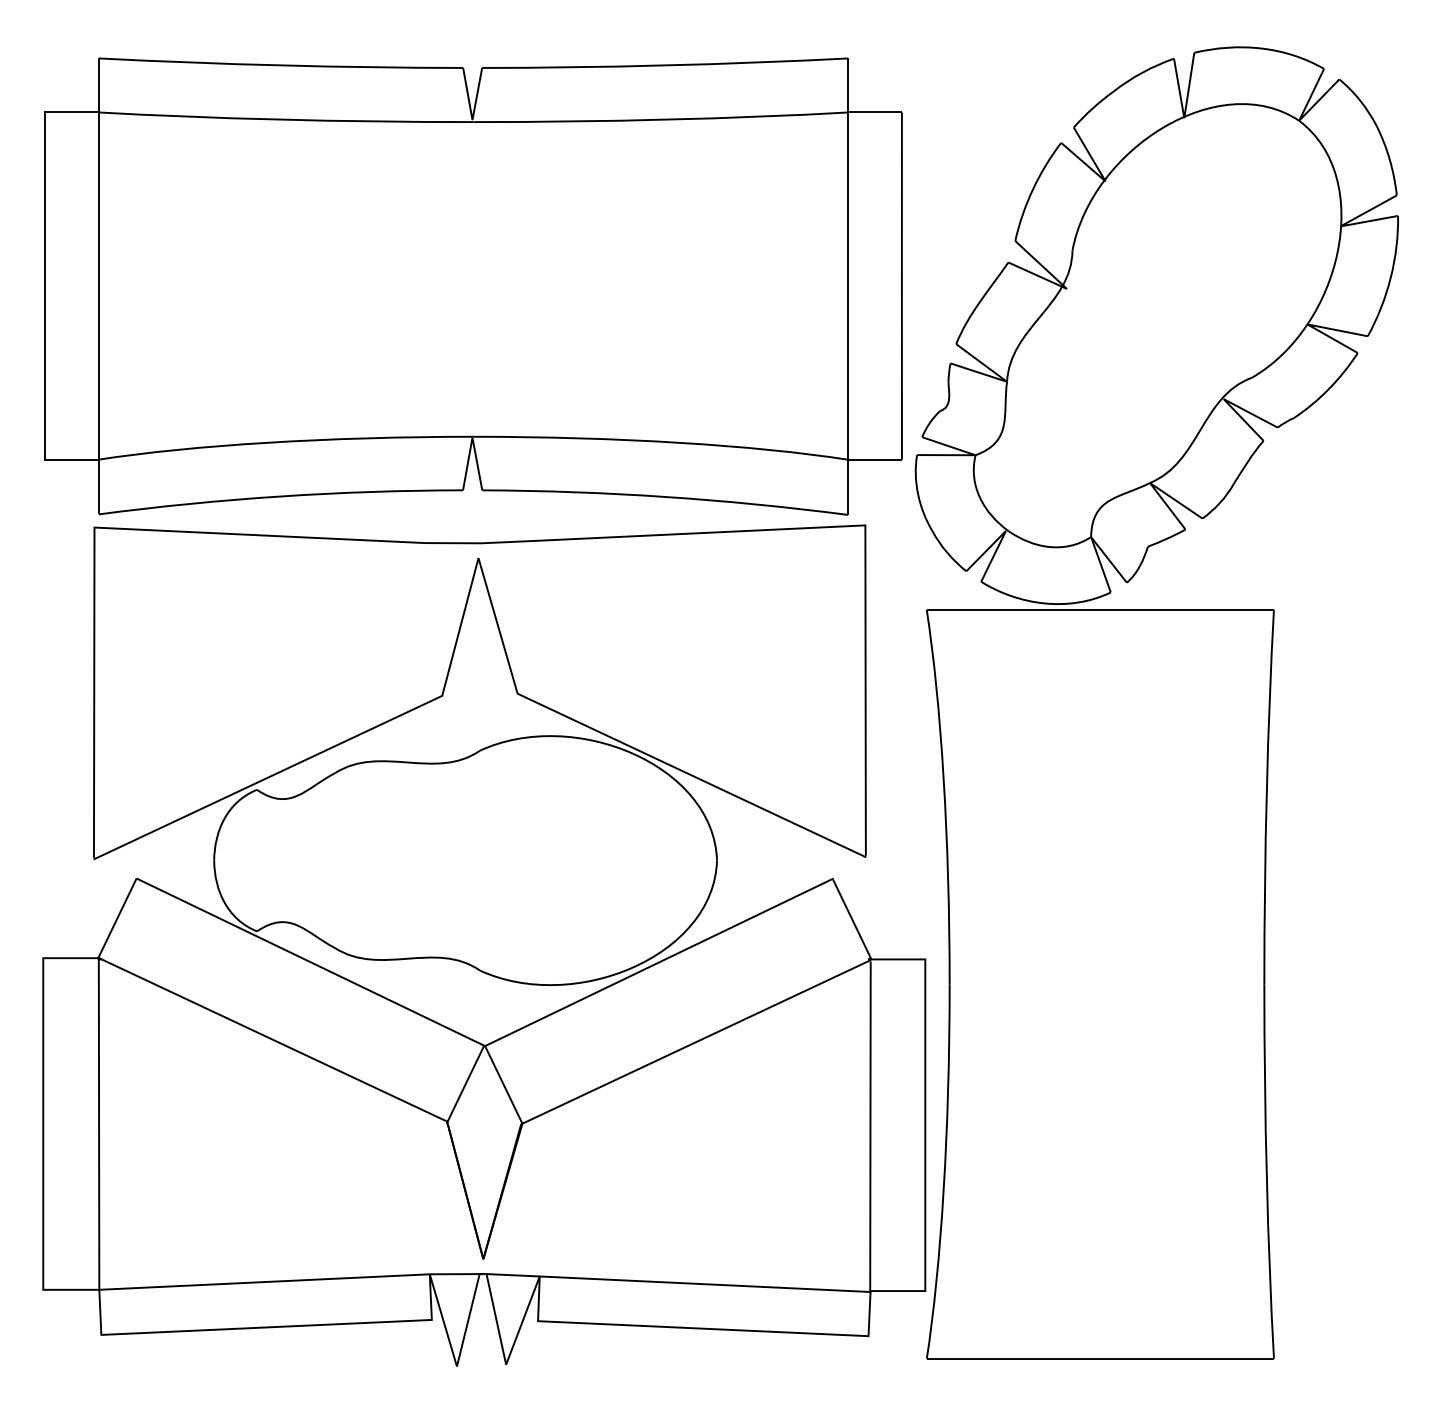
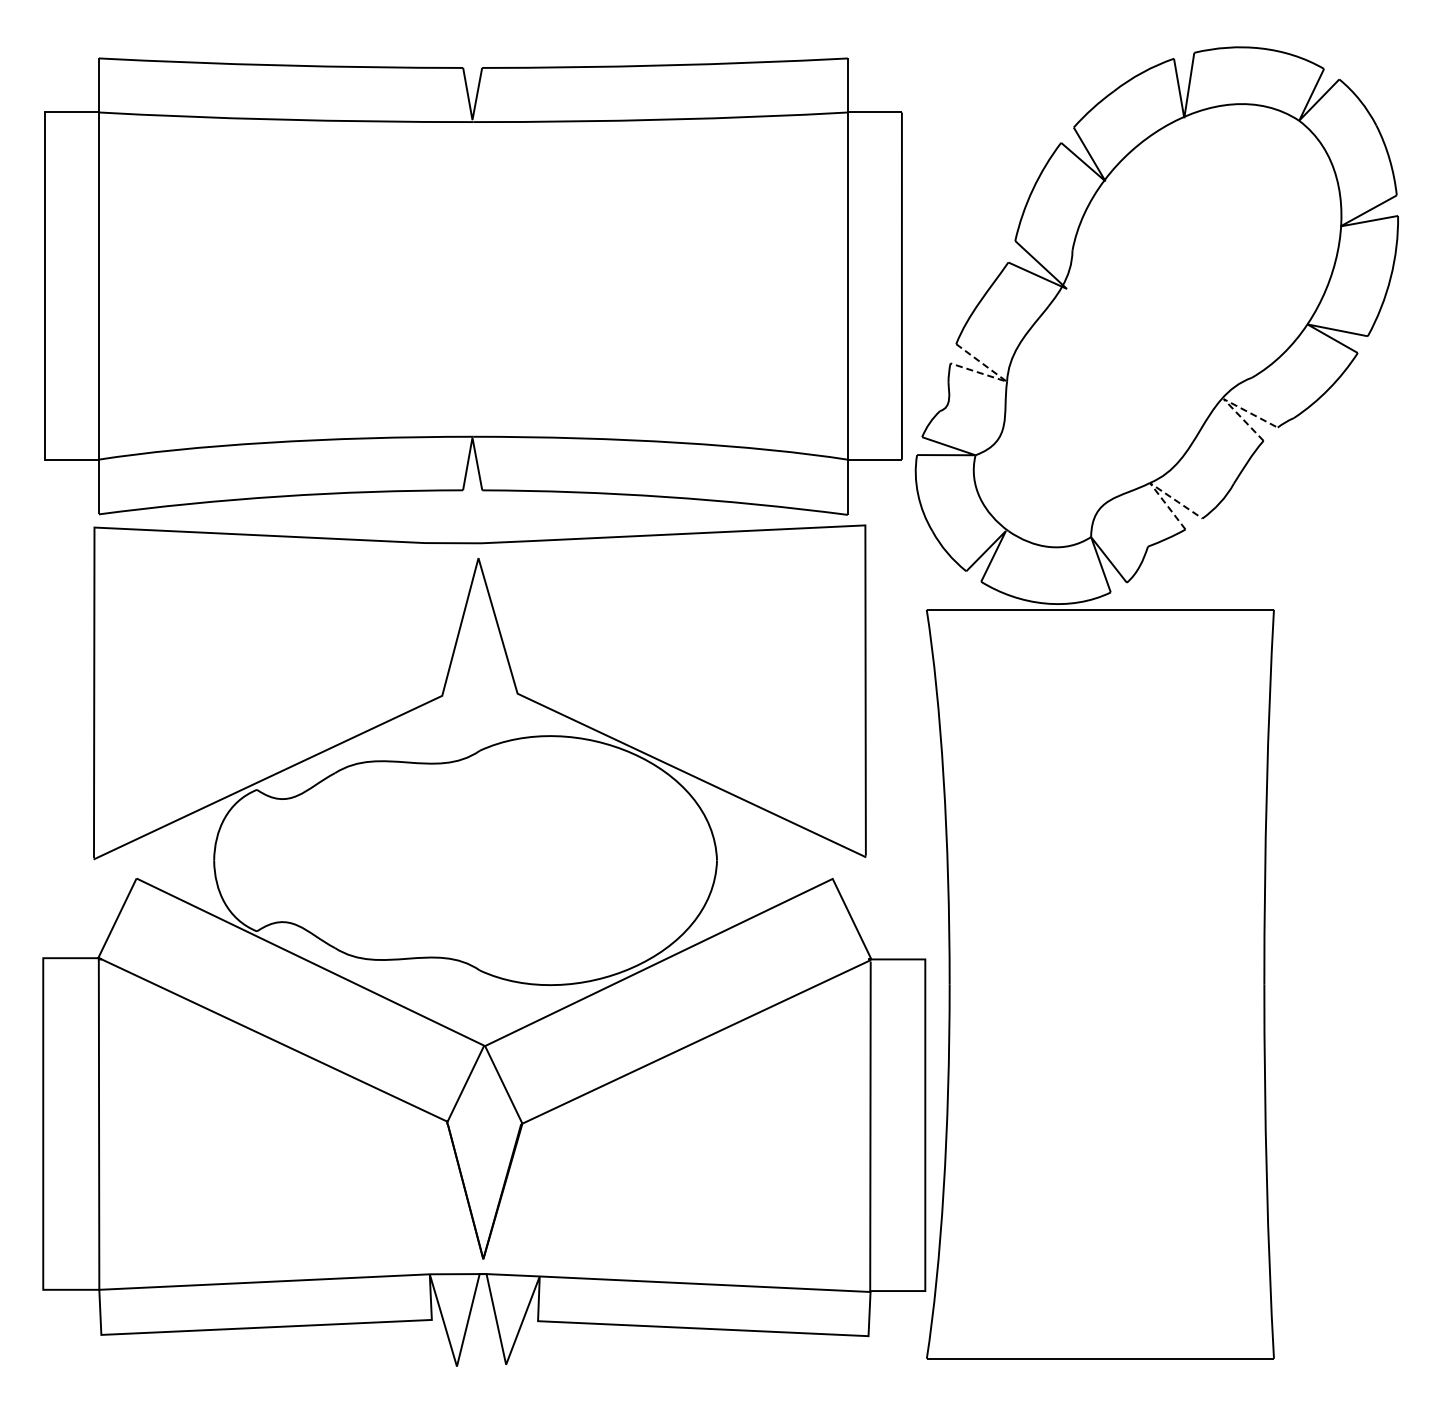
line at (1006, 381): solid -> dashed
line at (1225, 400): solid -> dashed
line at (1151, 484): solid -> dashed
